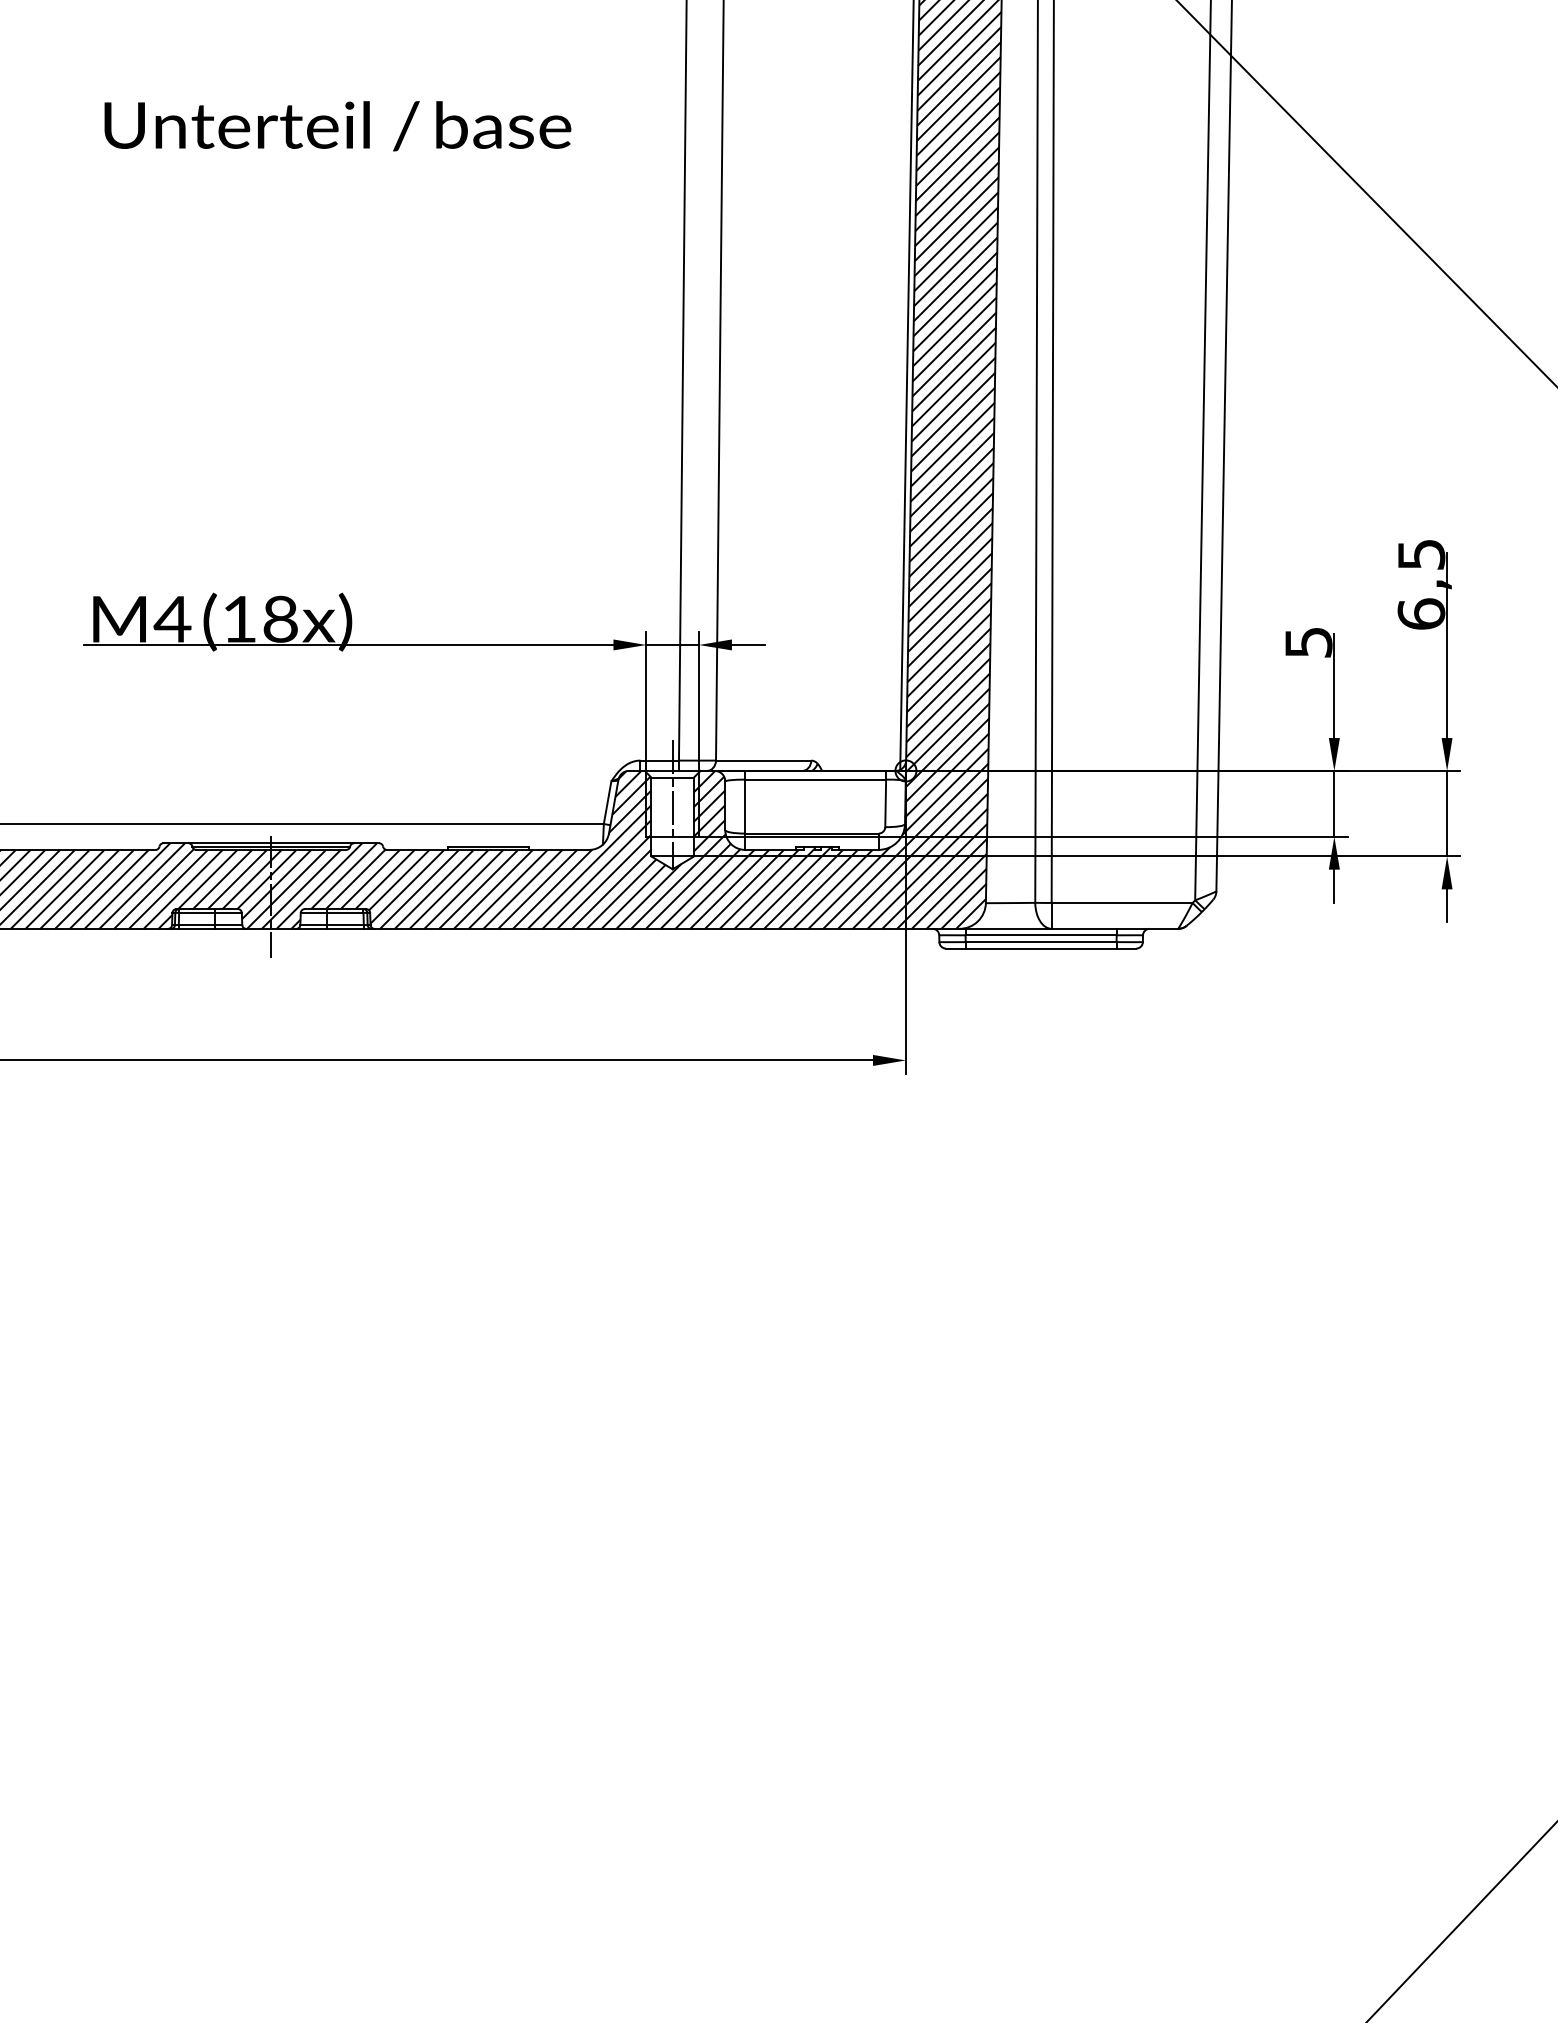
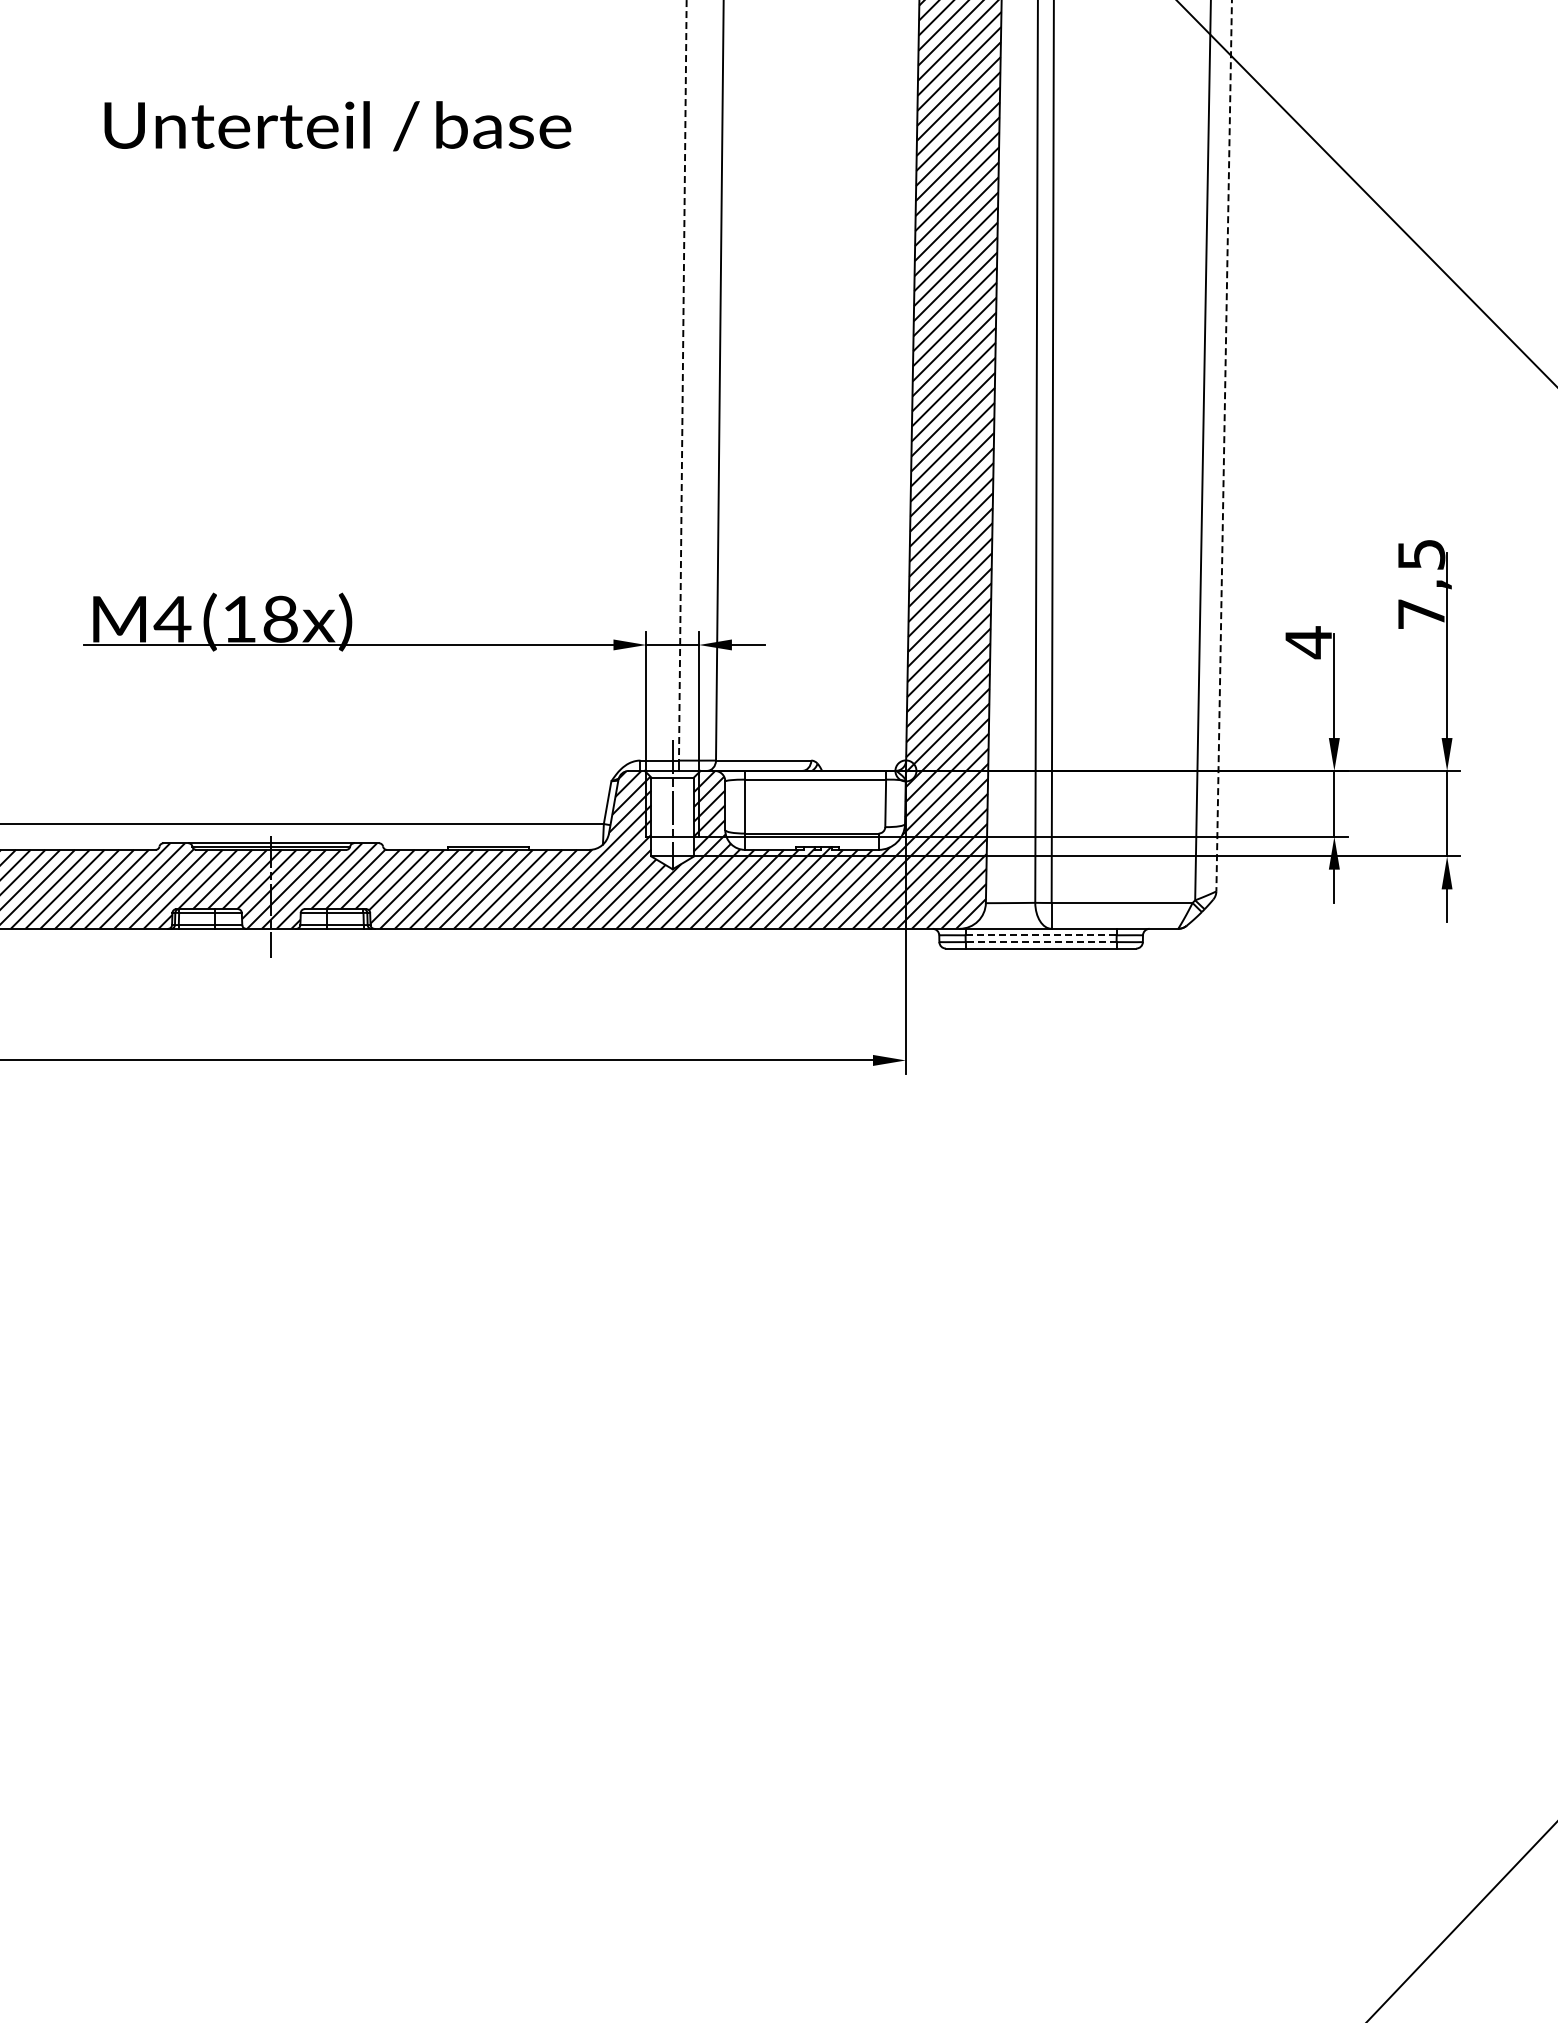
line at (682, 380): solid -> dashed
line at (906, 385): present -> none
line at (1224, 445): solid -> dashed
text at (1421, 613): 6,5 -> 7,5
text at (1308, 642): 5 -> 4
line at (1041, 935): solid -> dashed
line at (1040, 942): solid -> dashed
